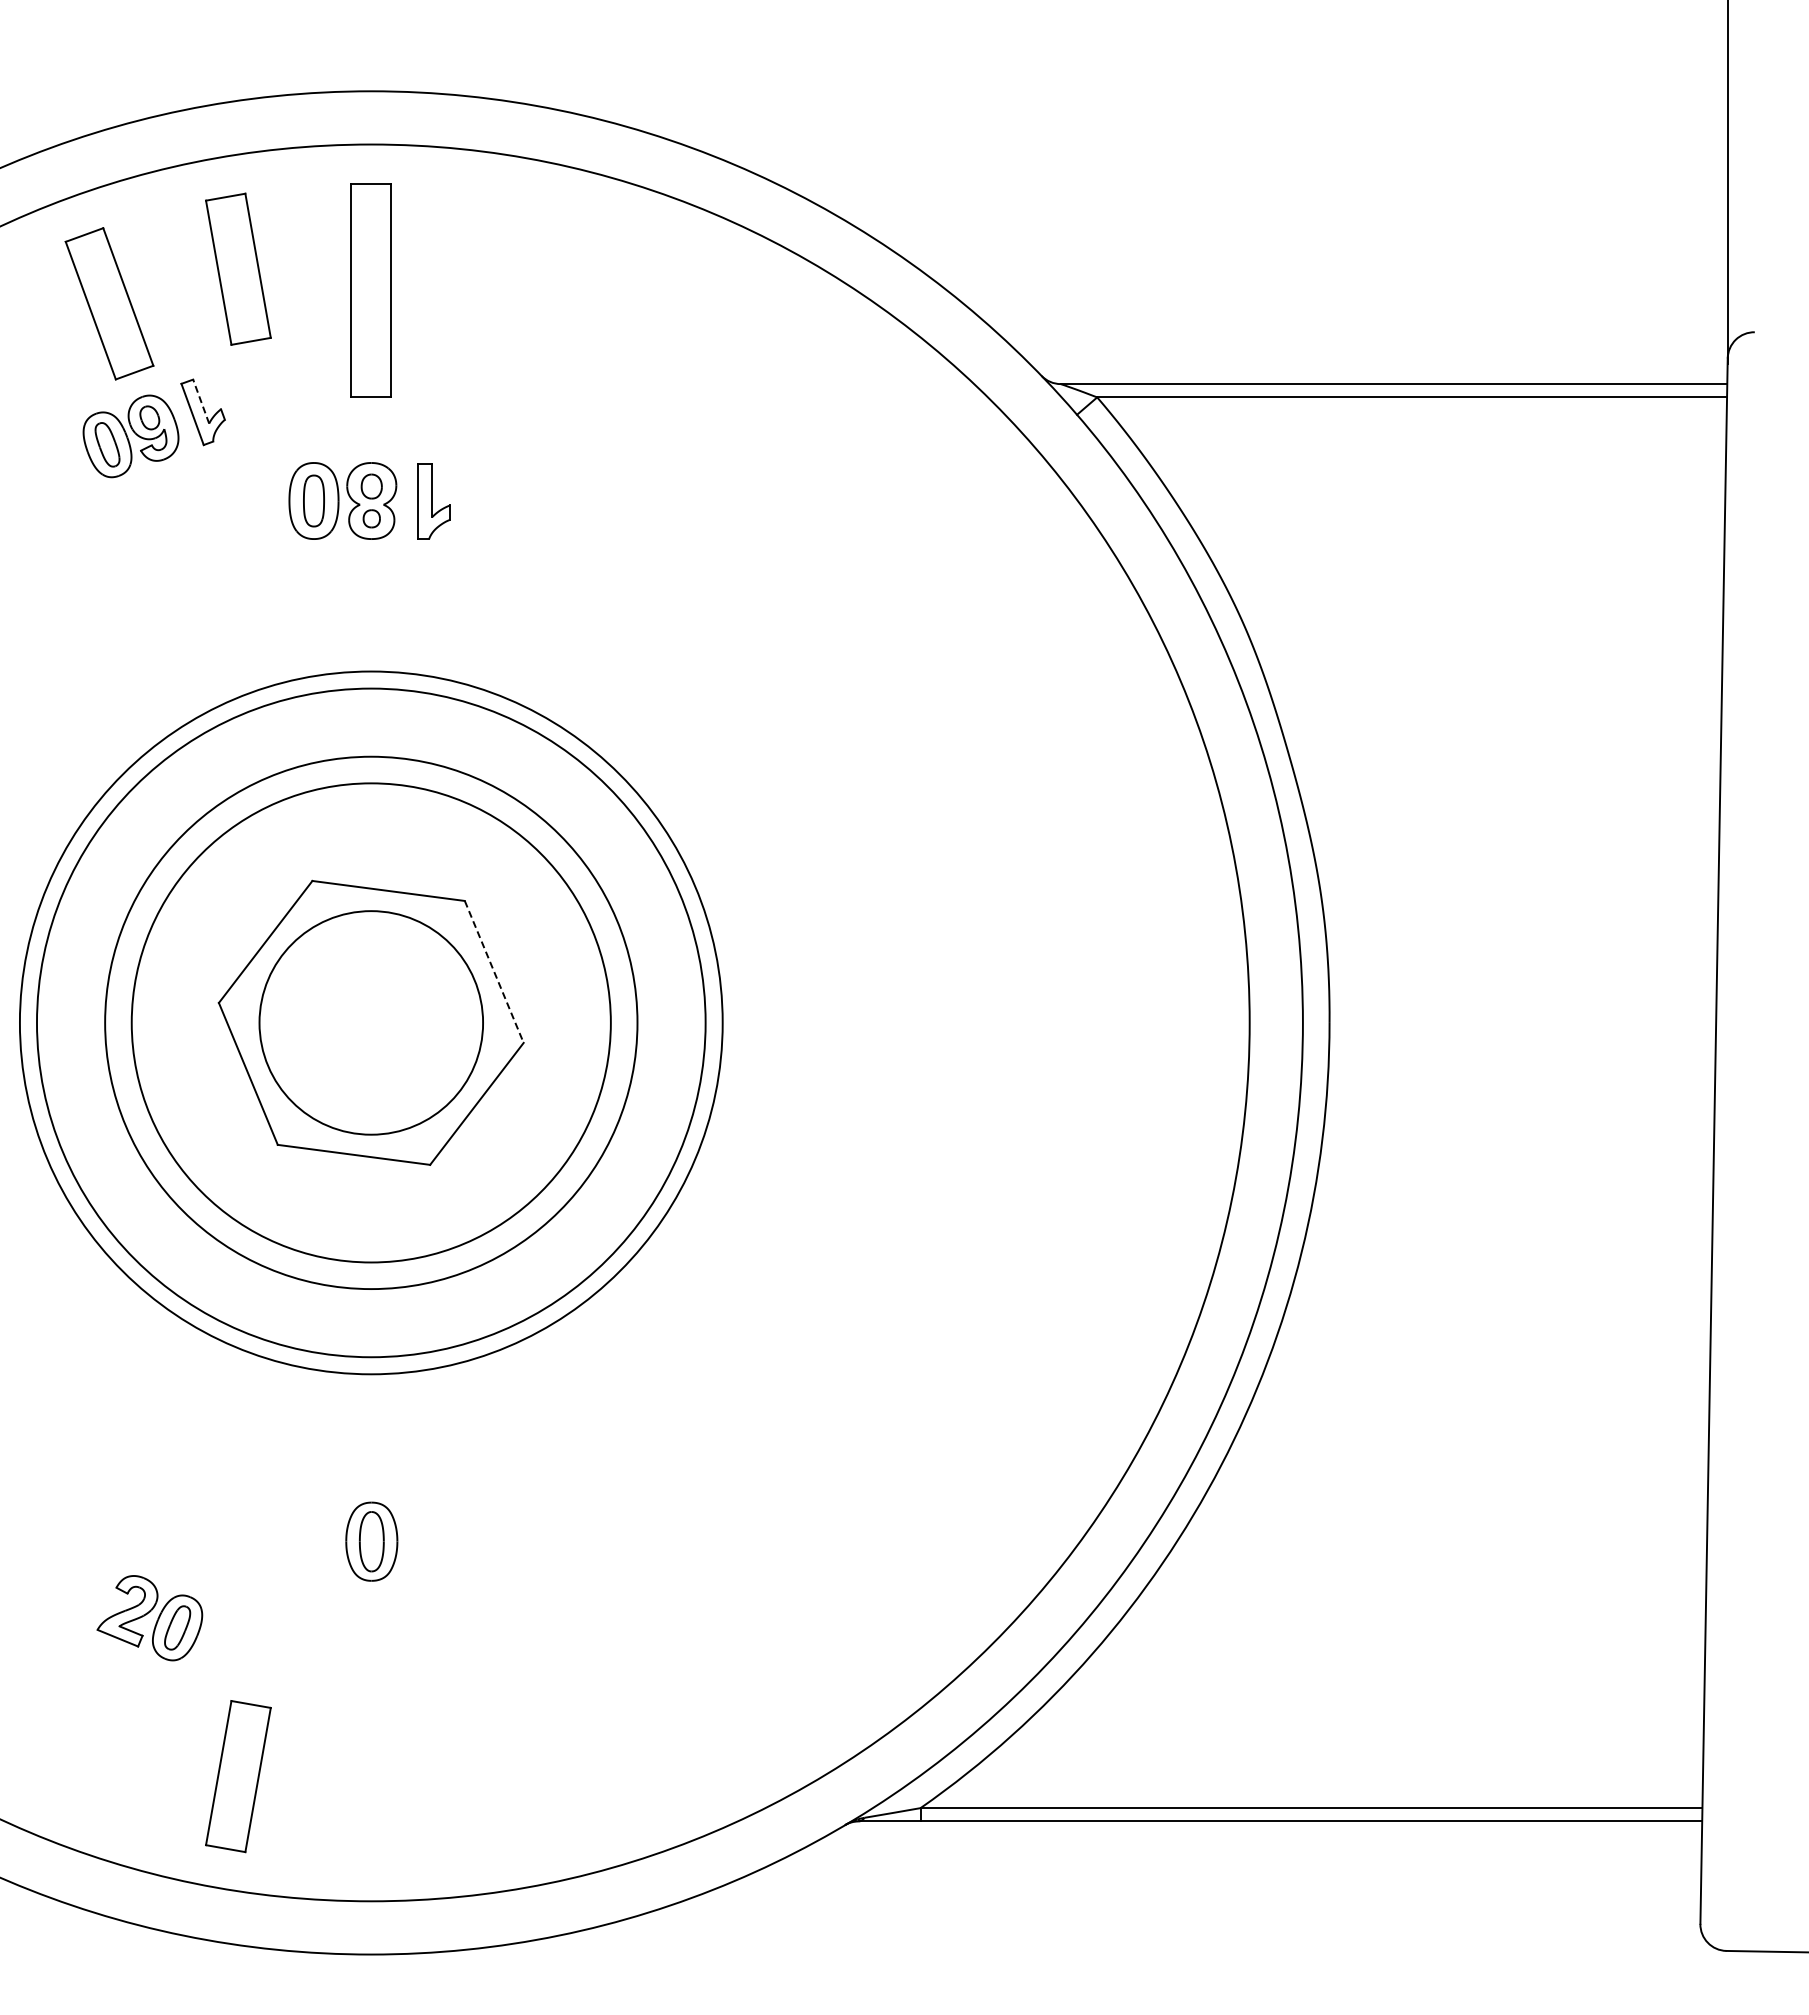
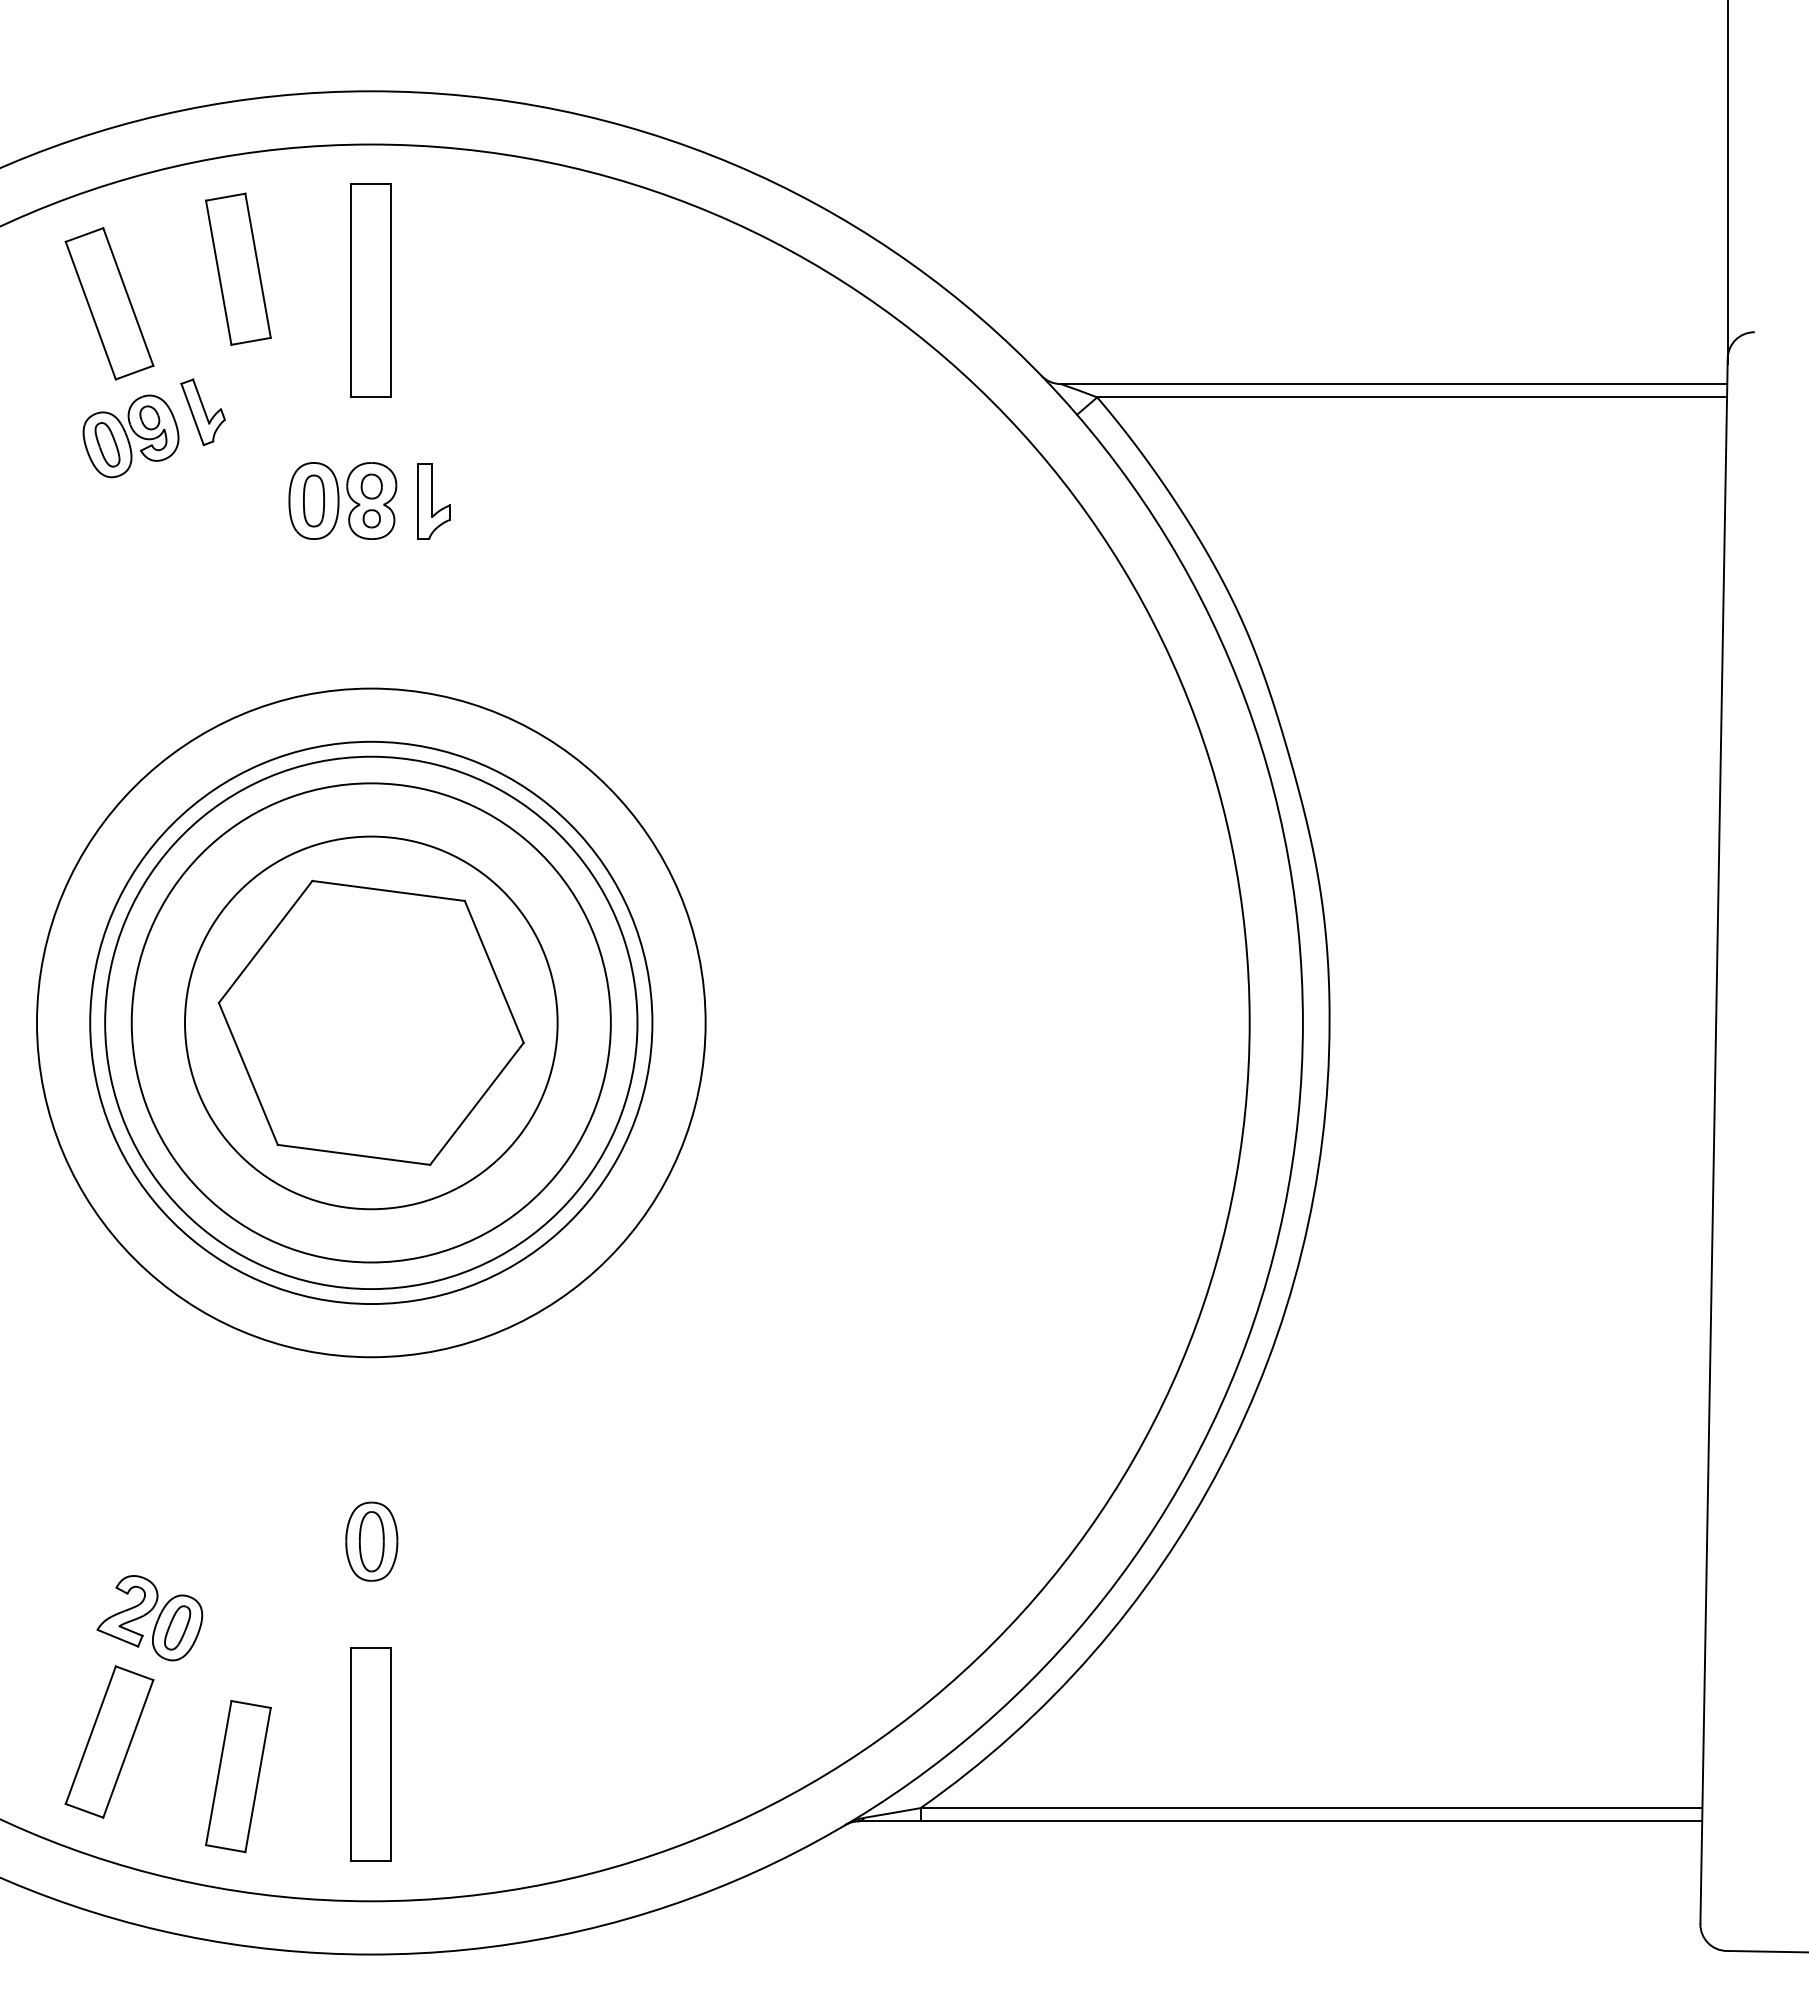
line at (201, 401): dashed -> solid
line at (494, 971): dashed -> solid
circle at (370, 1022) diameter: 703 px -> 562 px
circle at (371, 1022) diameter: 224 px -> 373 px
part at (109, 1741): none -> present
part at (370, 1754): none -> present
